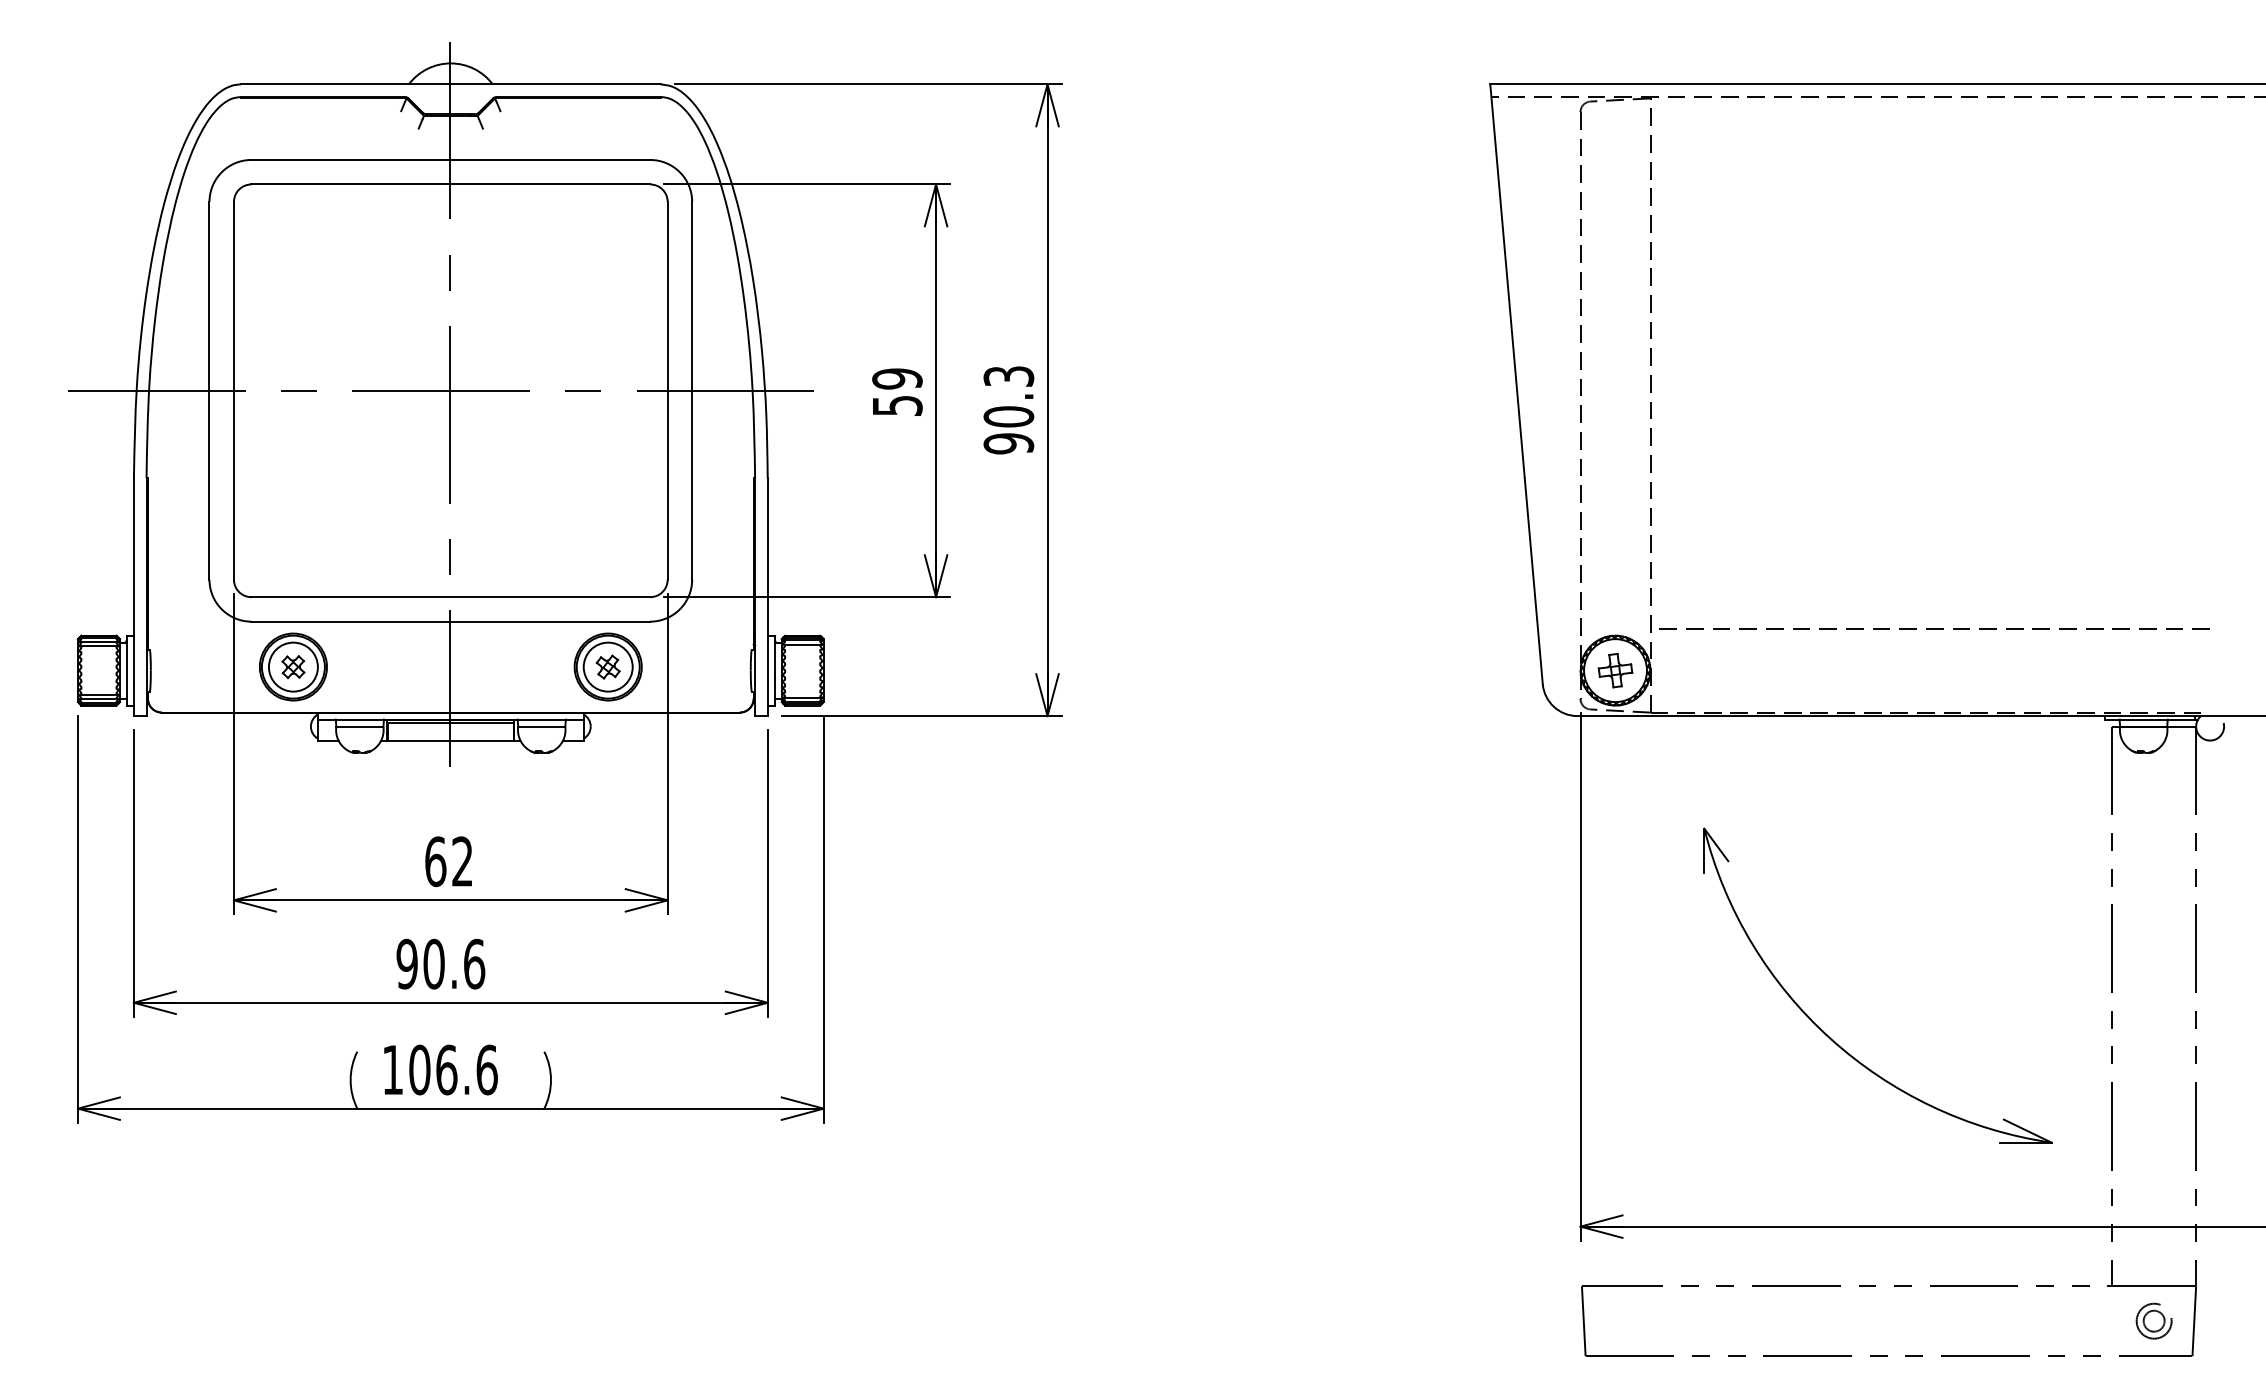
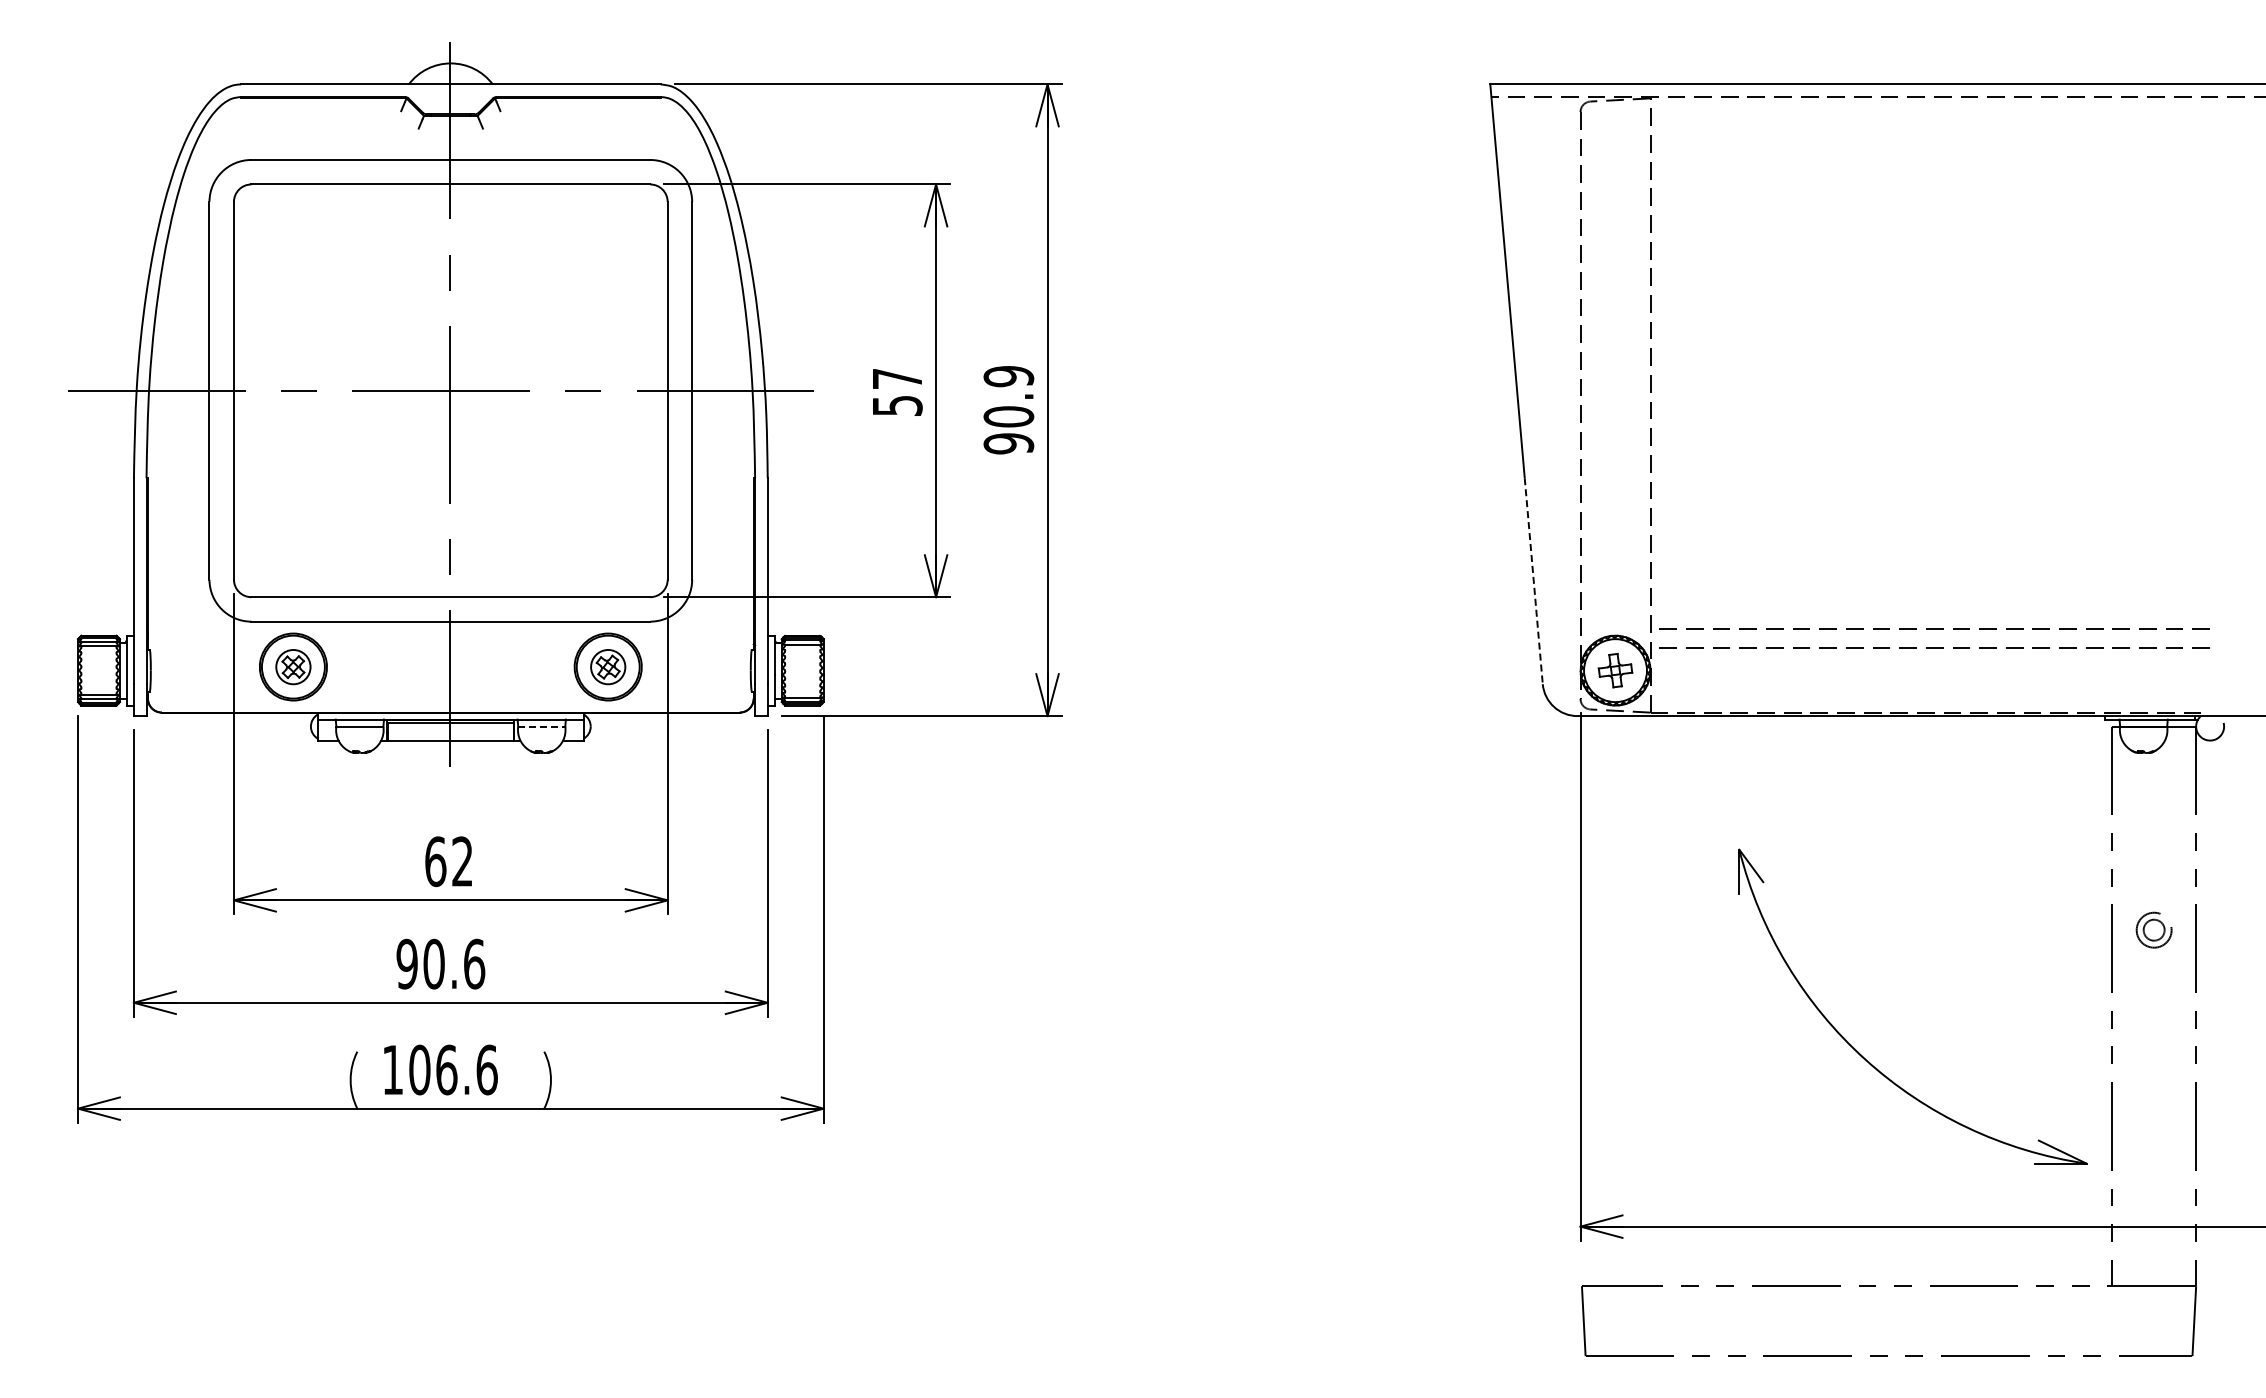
text at (1008, 376): 90.3 -> 90.9
text at (897, 378): 59 -> 57
line at (1533, 581): solid -> dashed
line at (1934, 647): none -> present
circle at (292, 666) diameter: 49 px -> 34 px
circle at (607, 666) diameter: 49 px -> 34 px
line at (541, 726): solid -> dashed
part at (1834, 1040) position: (1834, 1040) -> (1869, 1061)
part at (2153, 1320) position: (2153, 1320) -> (2153, 929)
